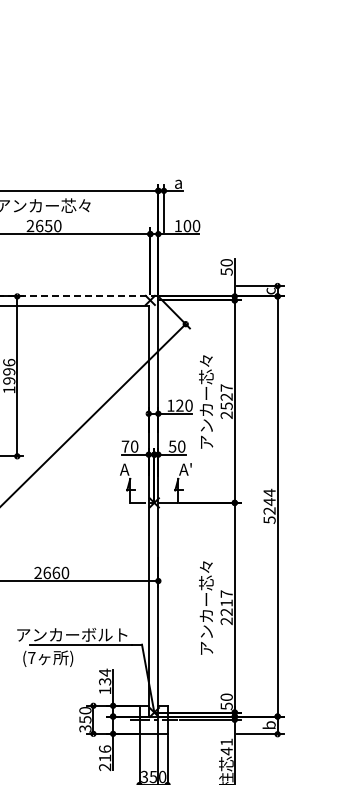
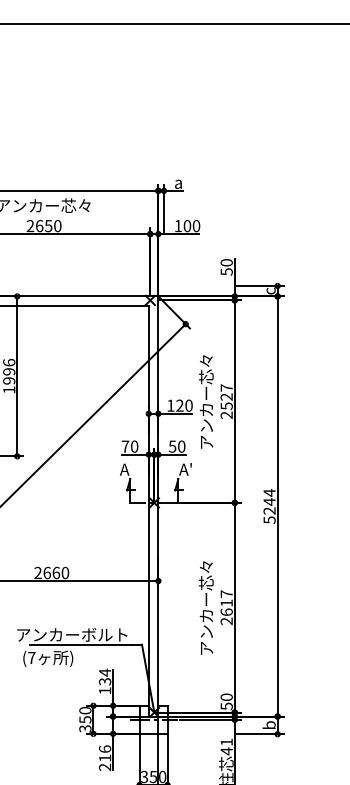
line at (174, 23): none -> present
line at (79, 296): dashed -> solid
text at (226, 611): 2217 -> 2617
